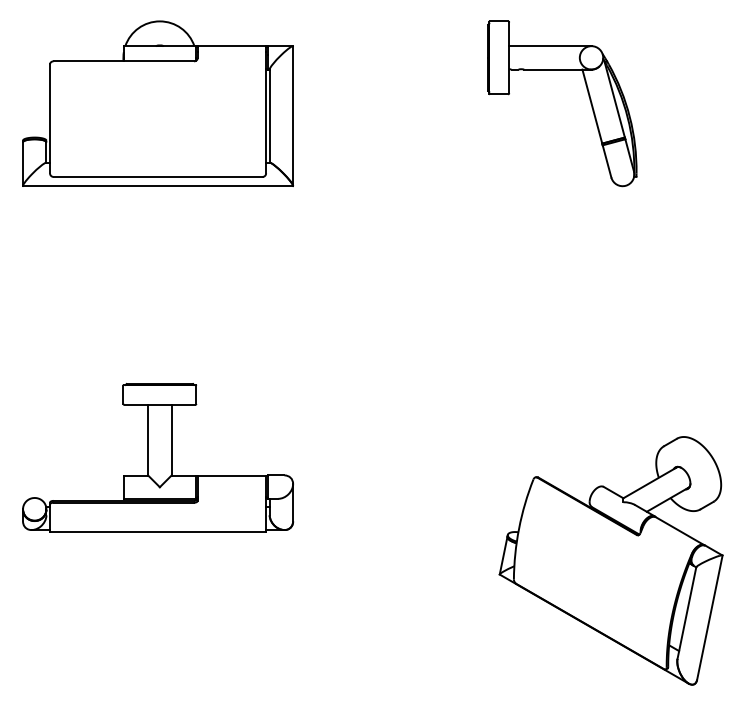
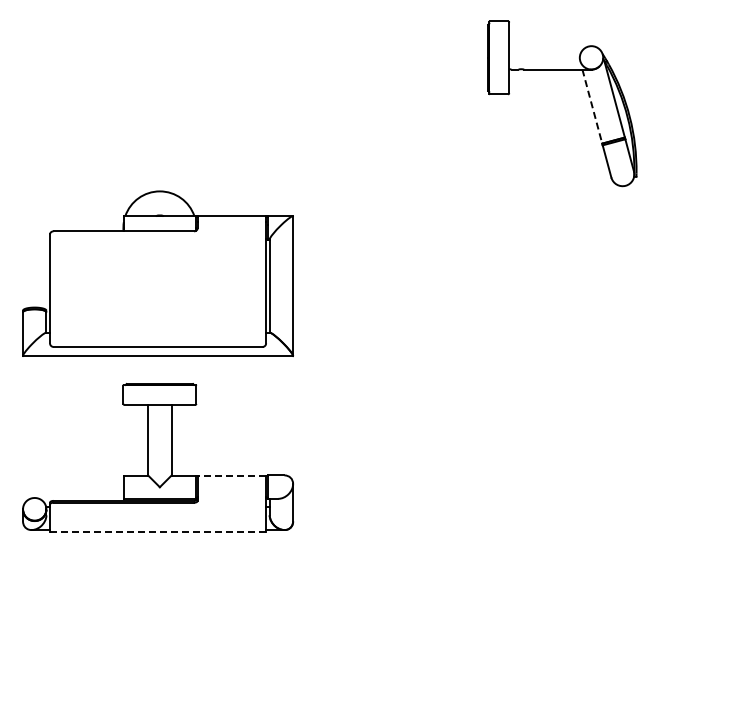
line at (550, 46): present -> none
part at (157, 103) position: (157, 103) -> (157, 273)
line at (592, 107): solid -> dashed
line at (231, 475): solid -> dashed
line at (158, 532): solid -> dashed
part at (610, 560): present -> none
